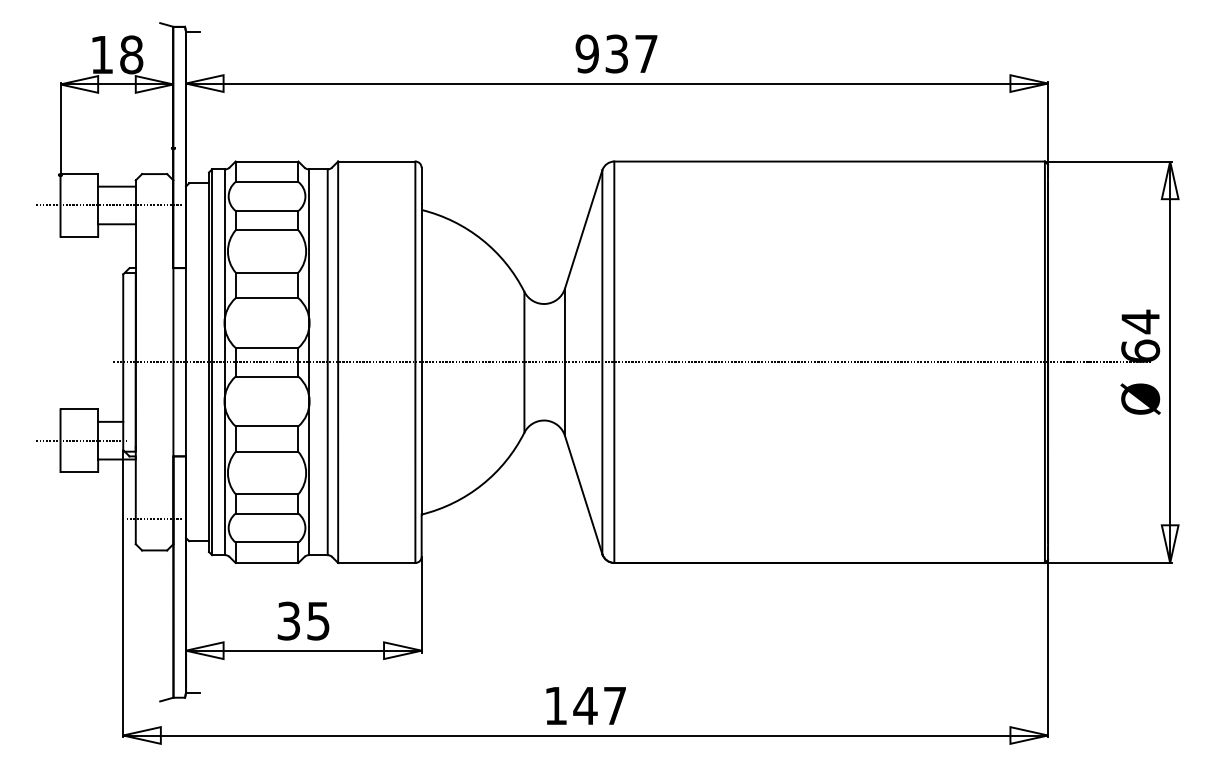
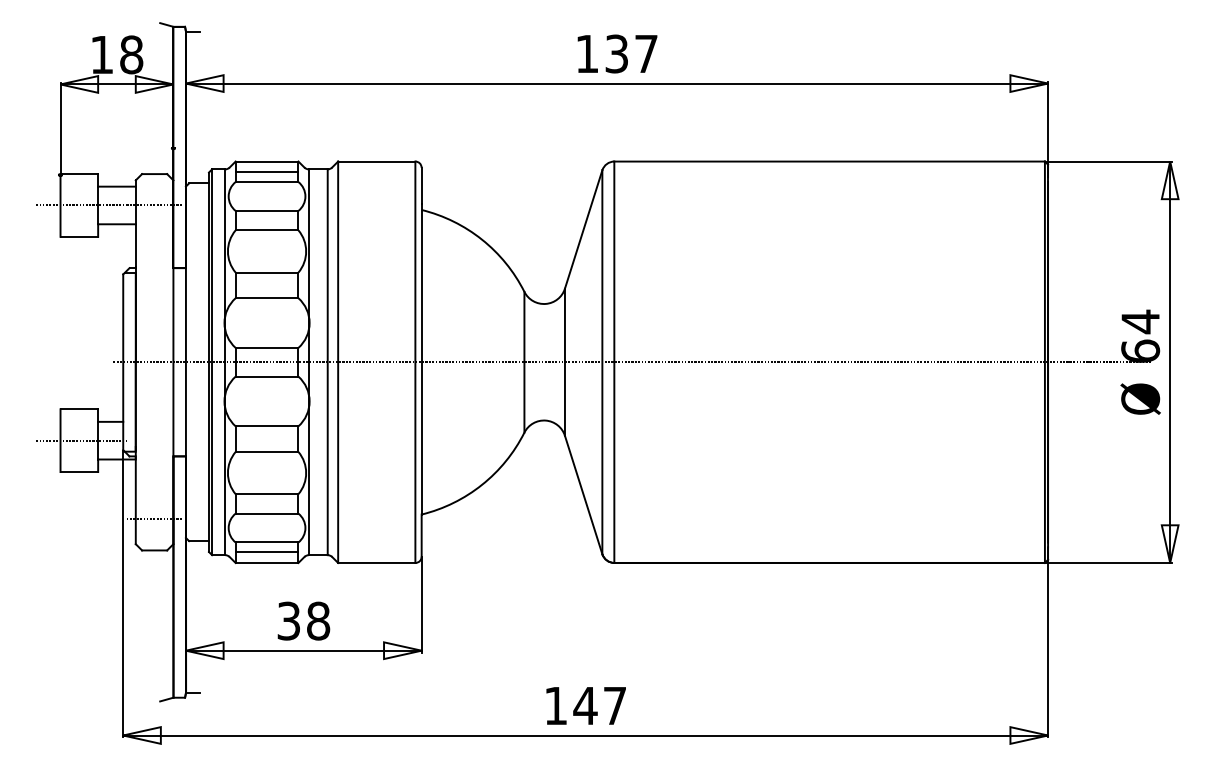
text at (586, 53): 937 -> 137
line at (266, 172): none -> present
line at (266, 552): none -> present
text at (318, 620): 35 -> 38
